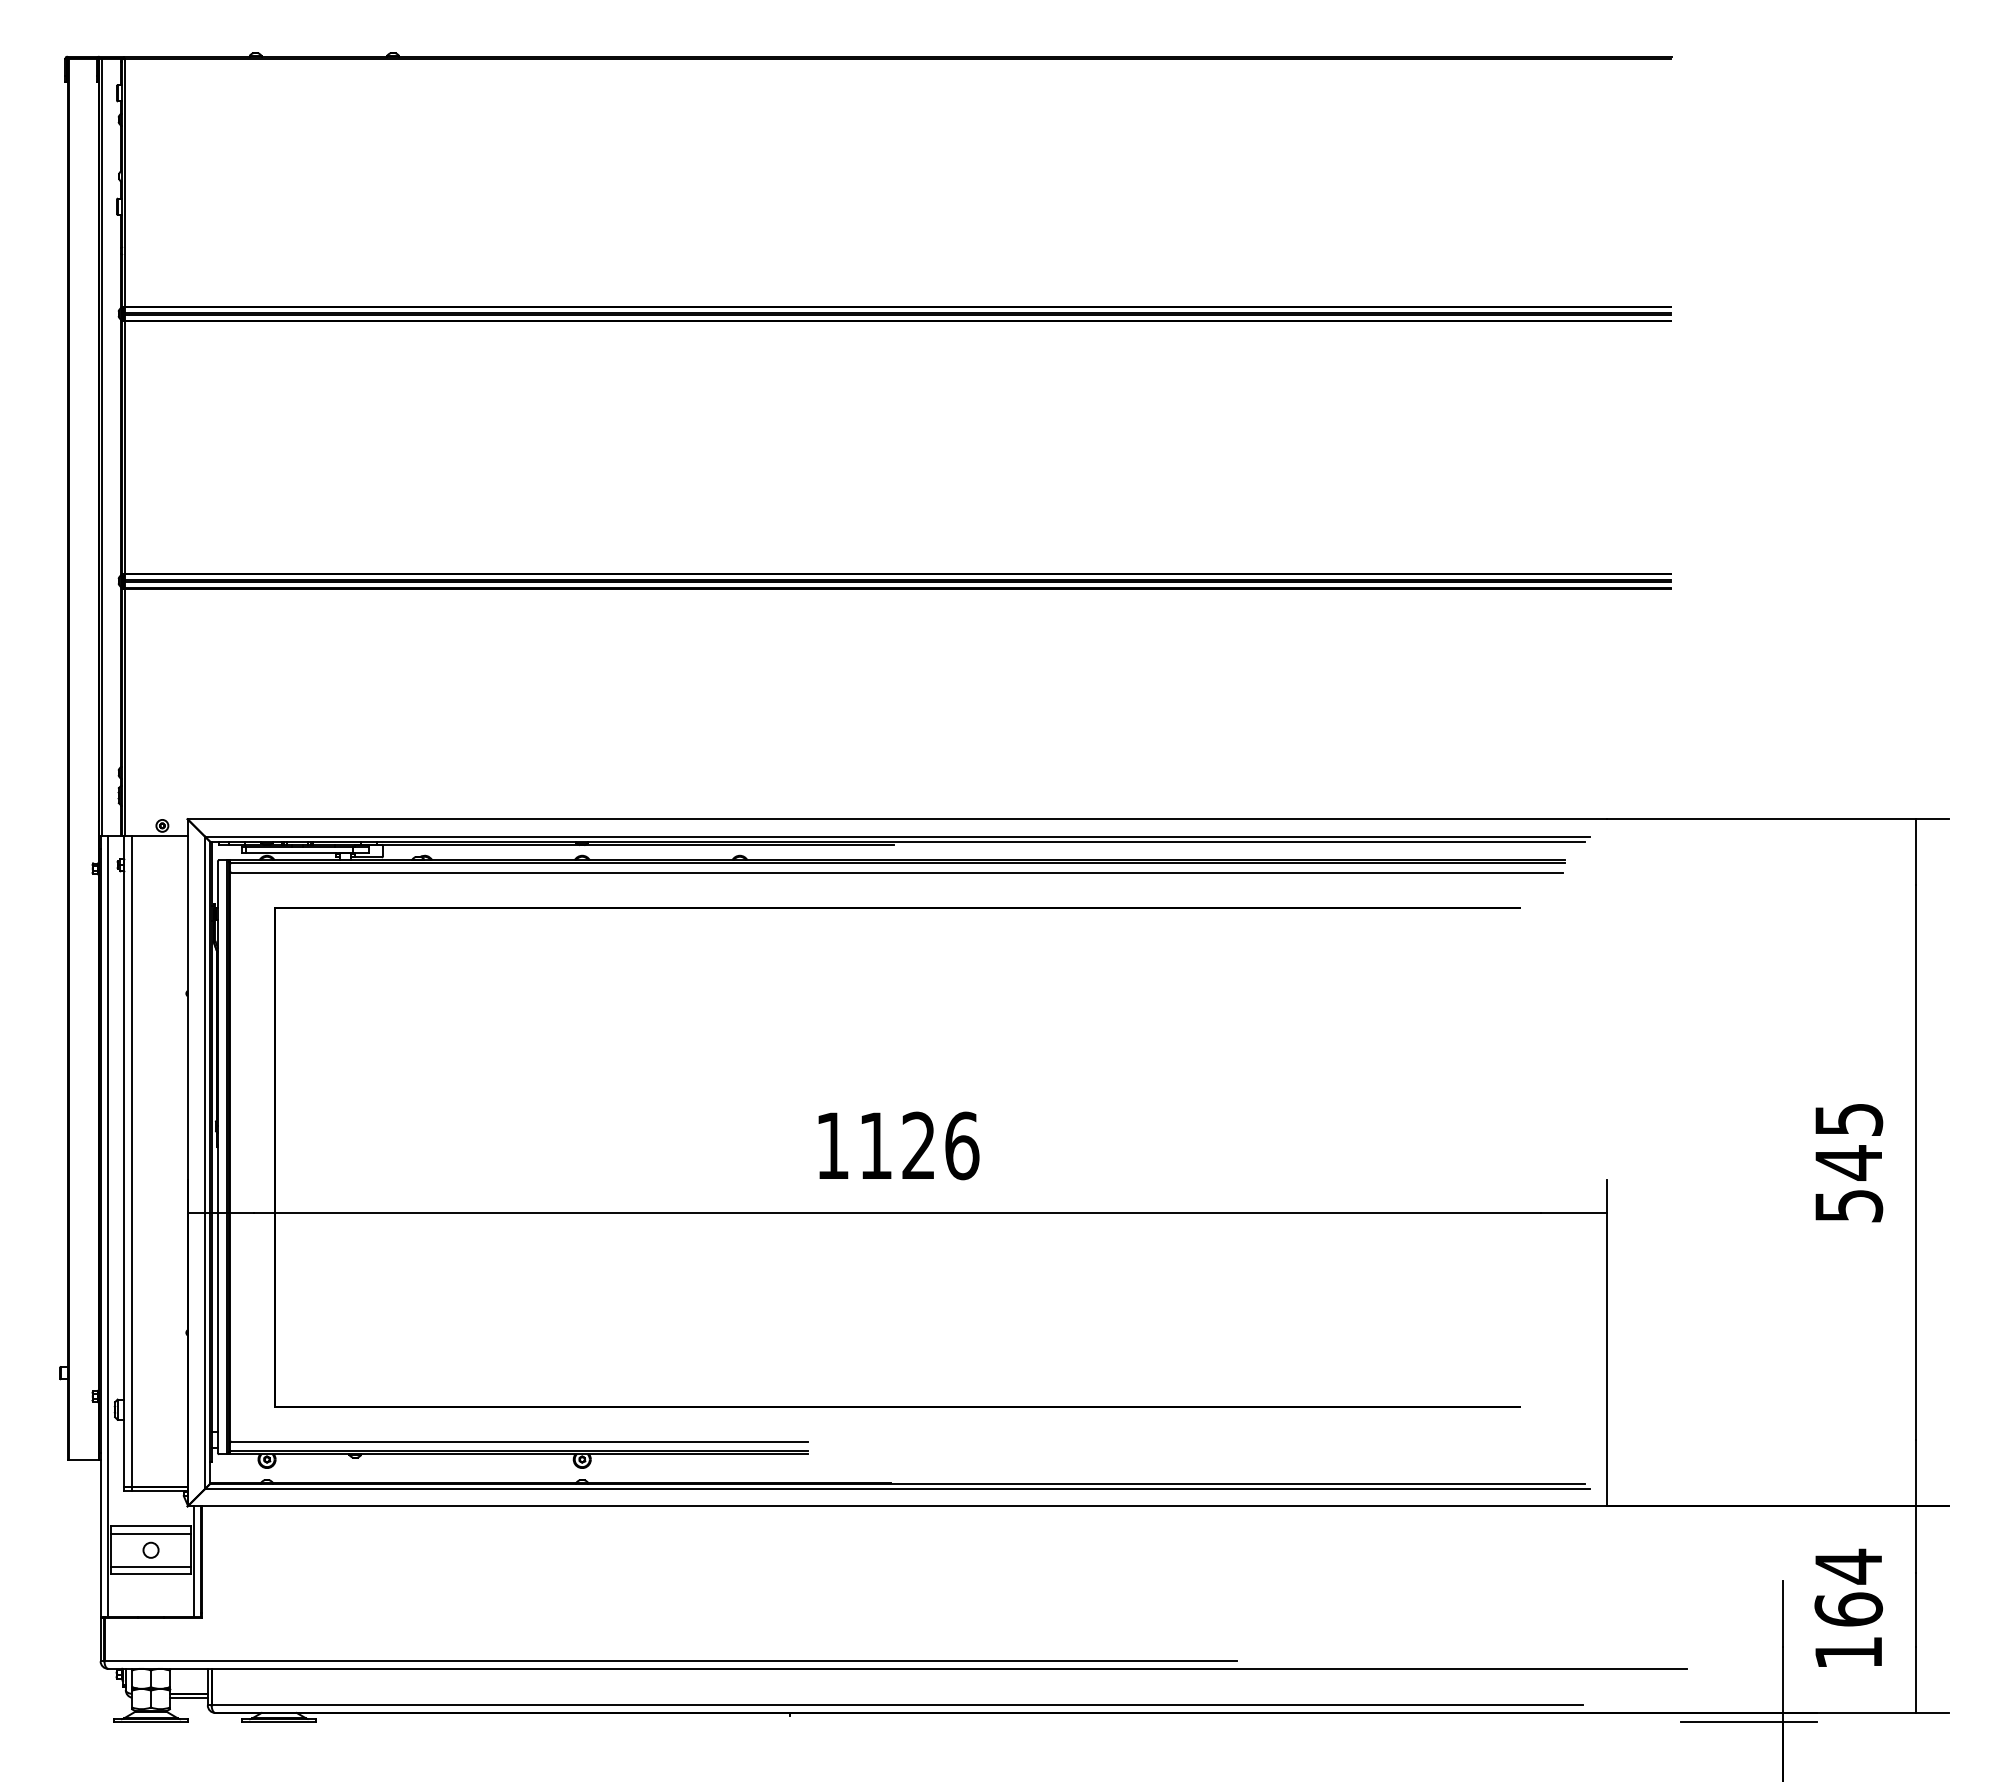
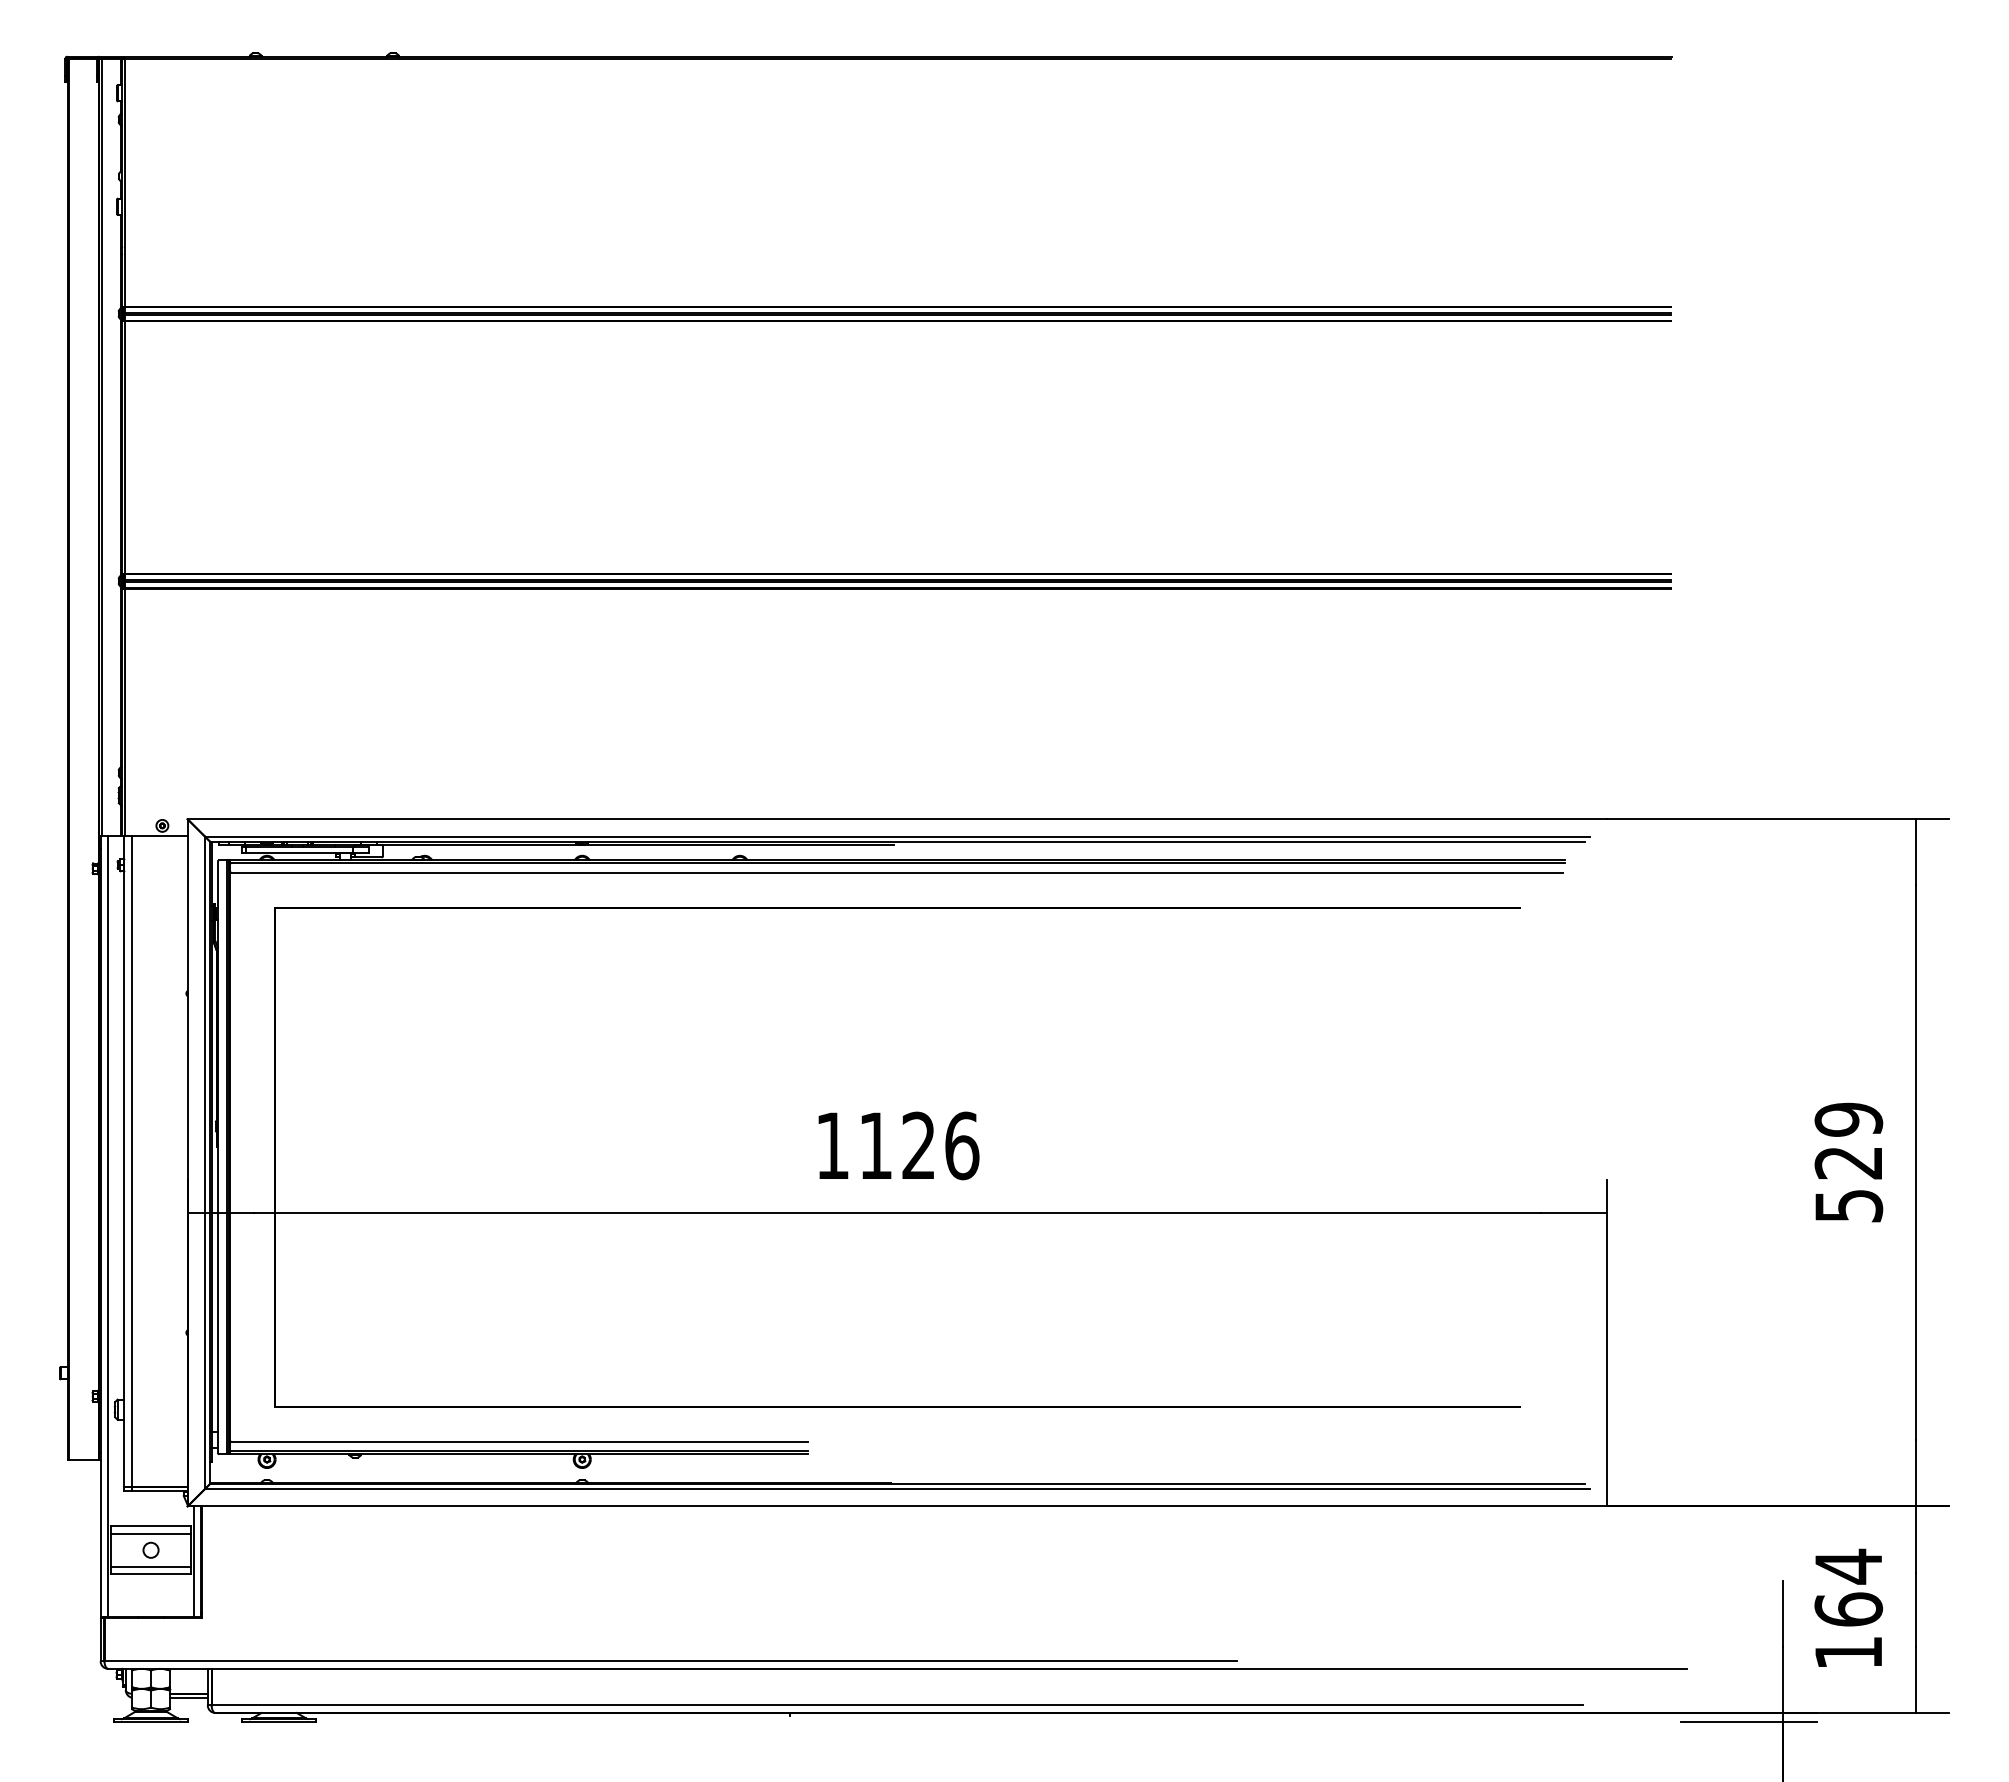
text at (1848, 1141): 545 -> 529
